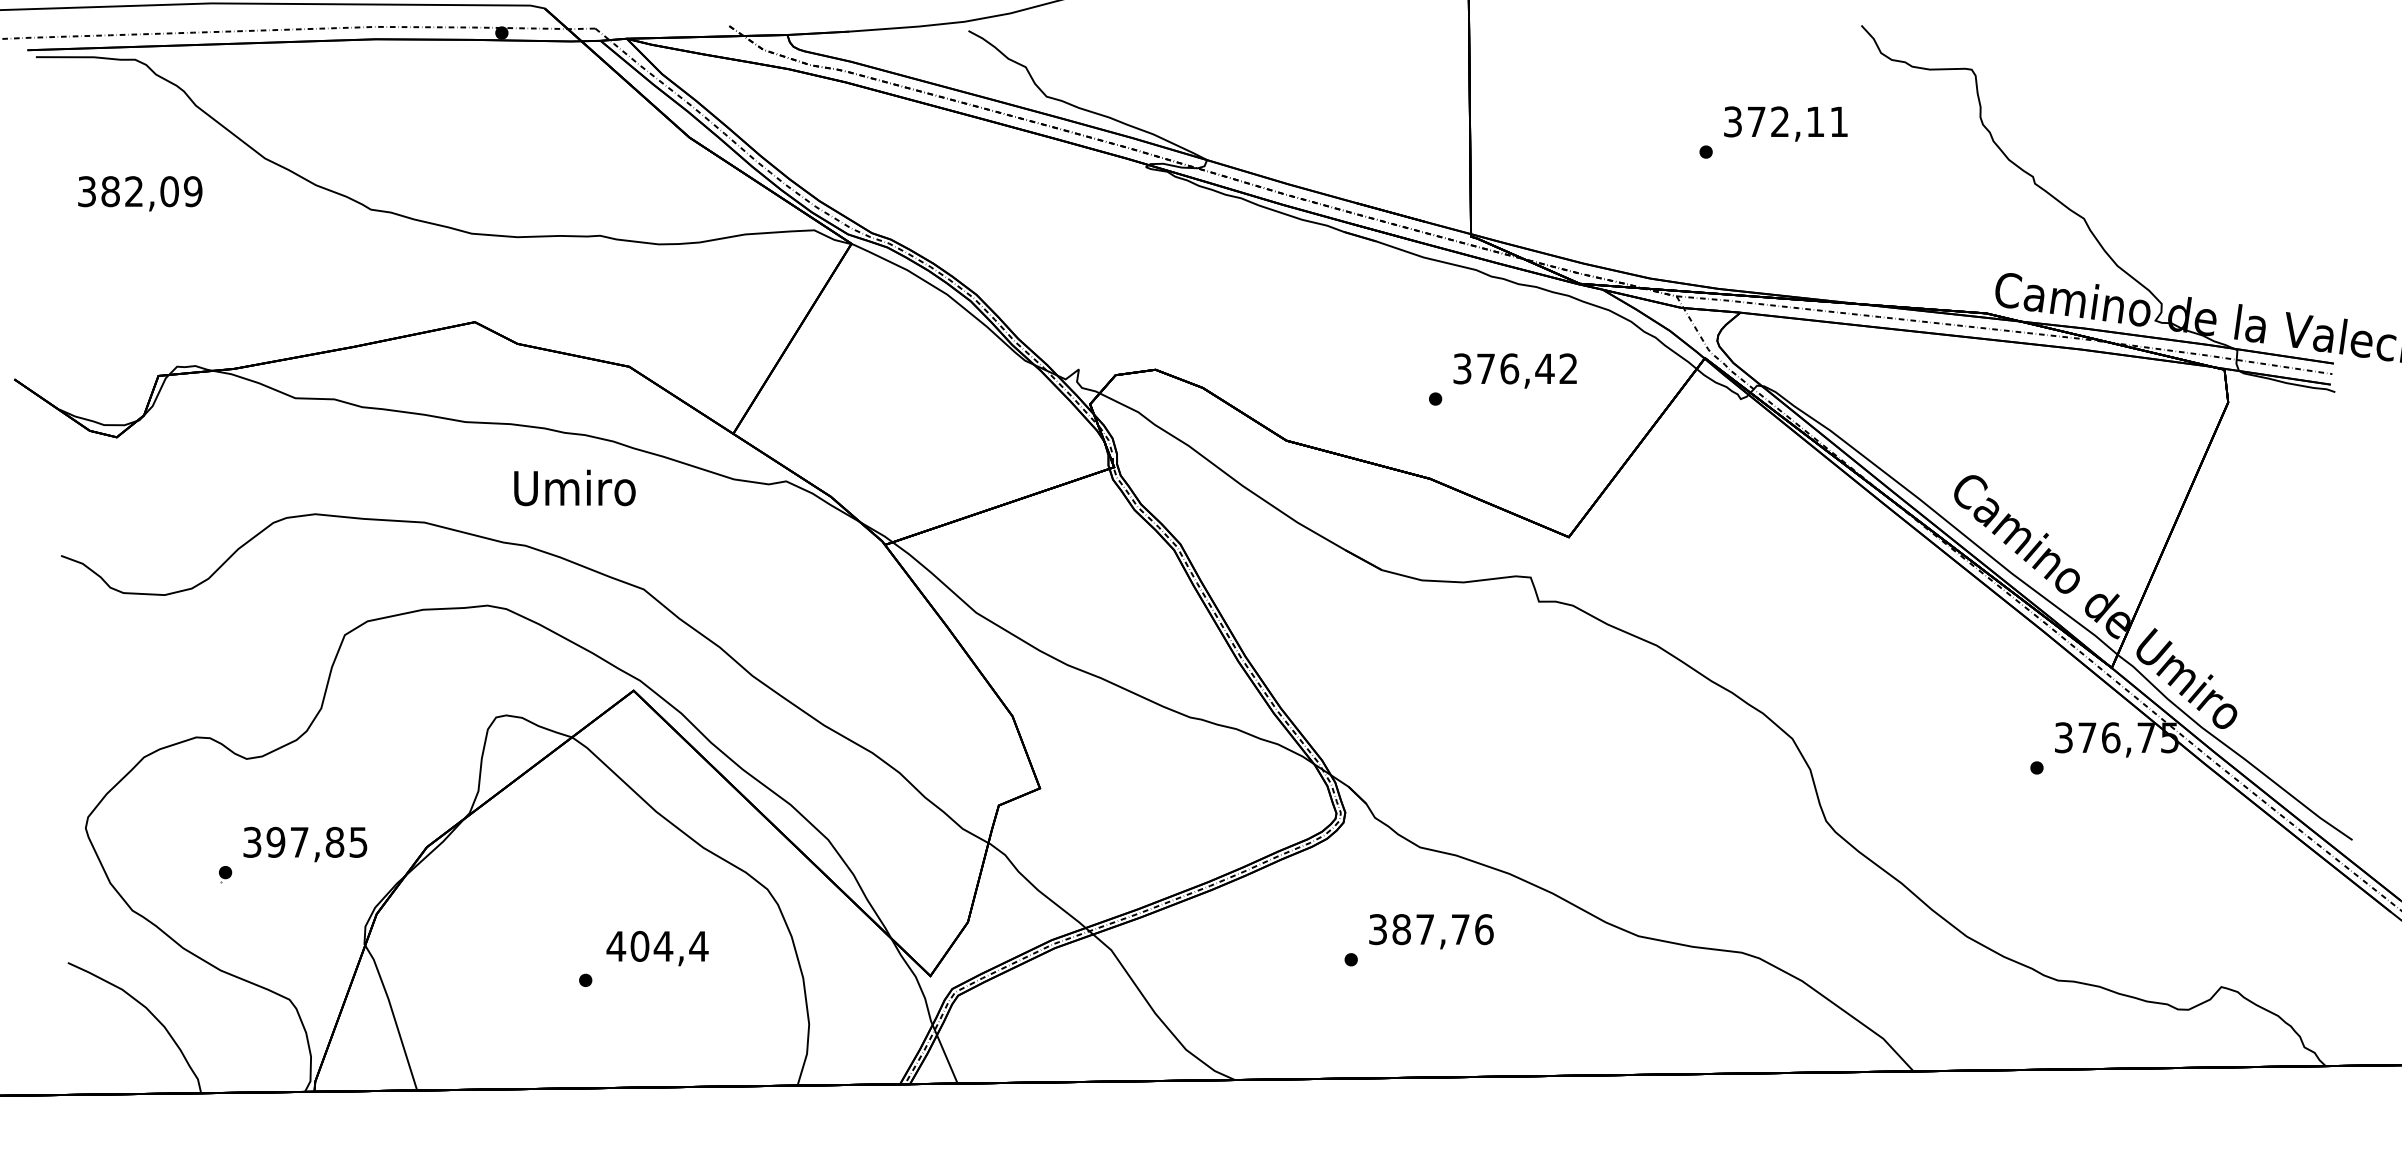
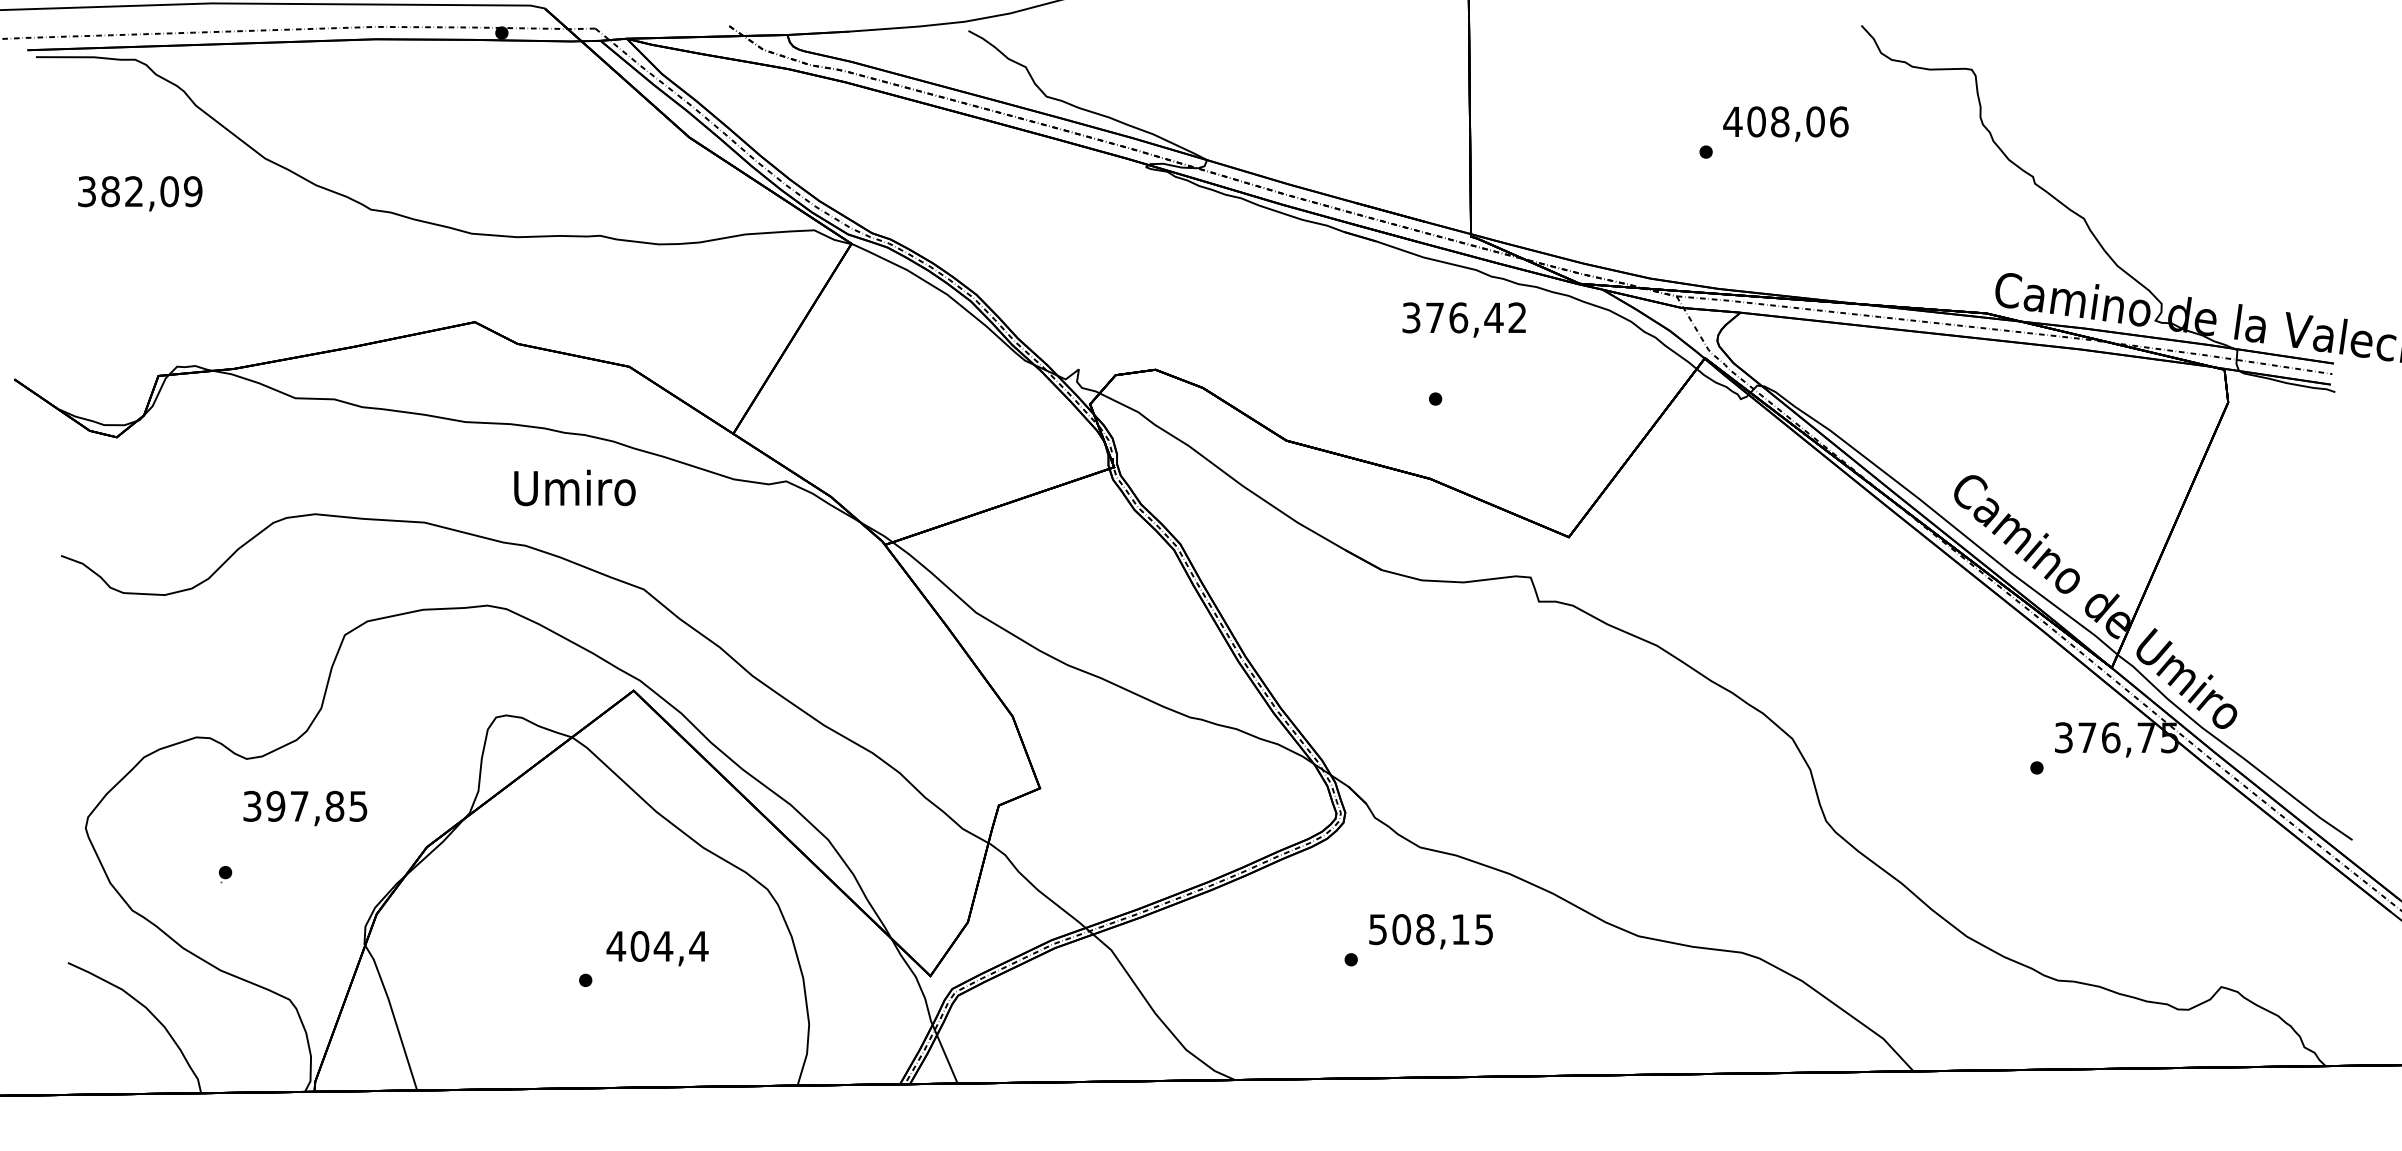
text at (1785, 121): 372,11 -> 408,06
text at (1514, 370) position: (1514, 370) -> (1463, 319)
text at (305, 844) position: (305, 844) -> (305, 808)
text at (1431, 929): 387,76 -> 508,15
